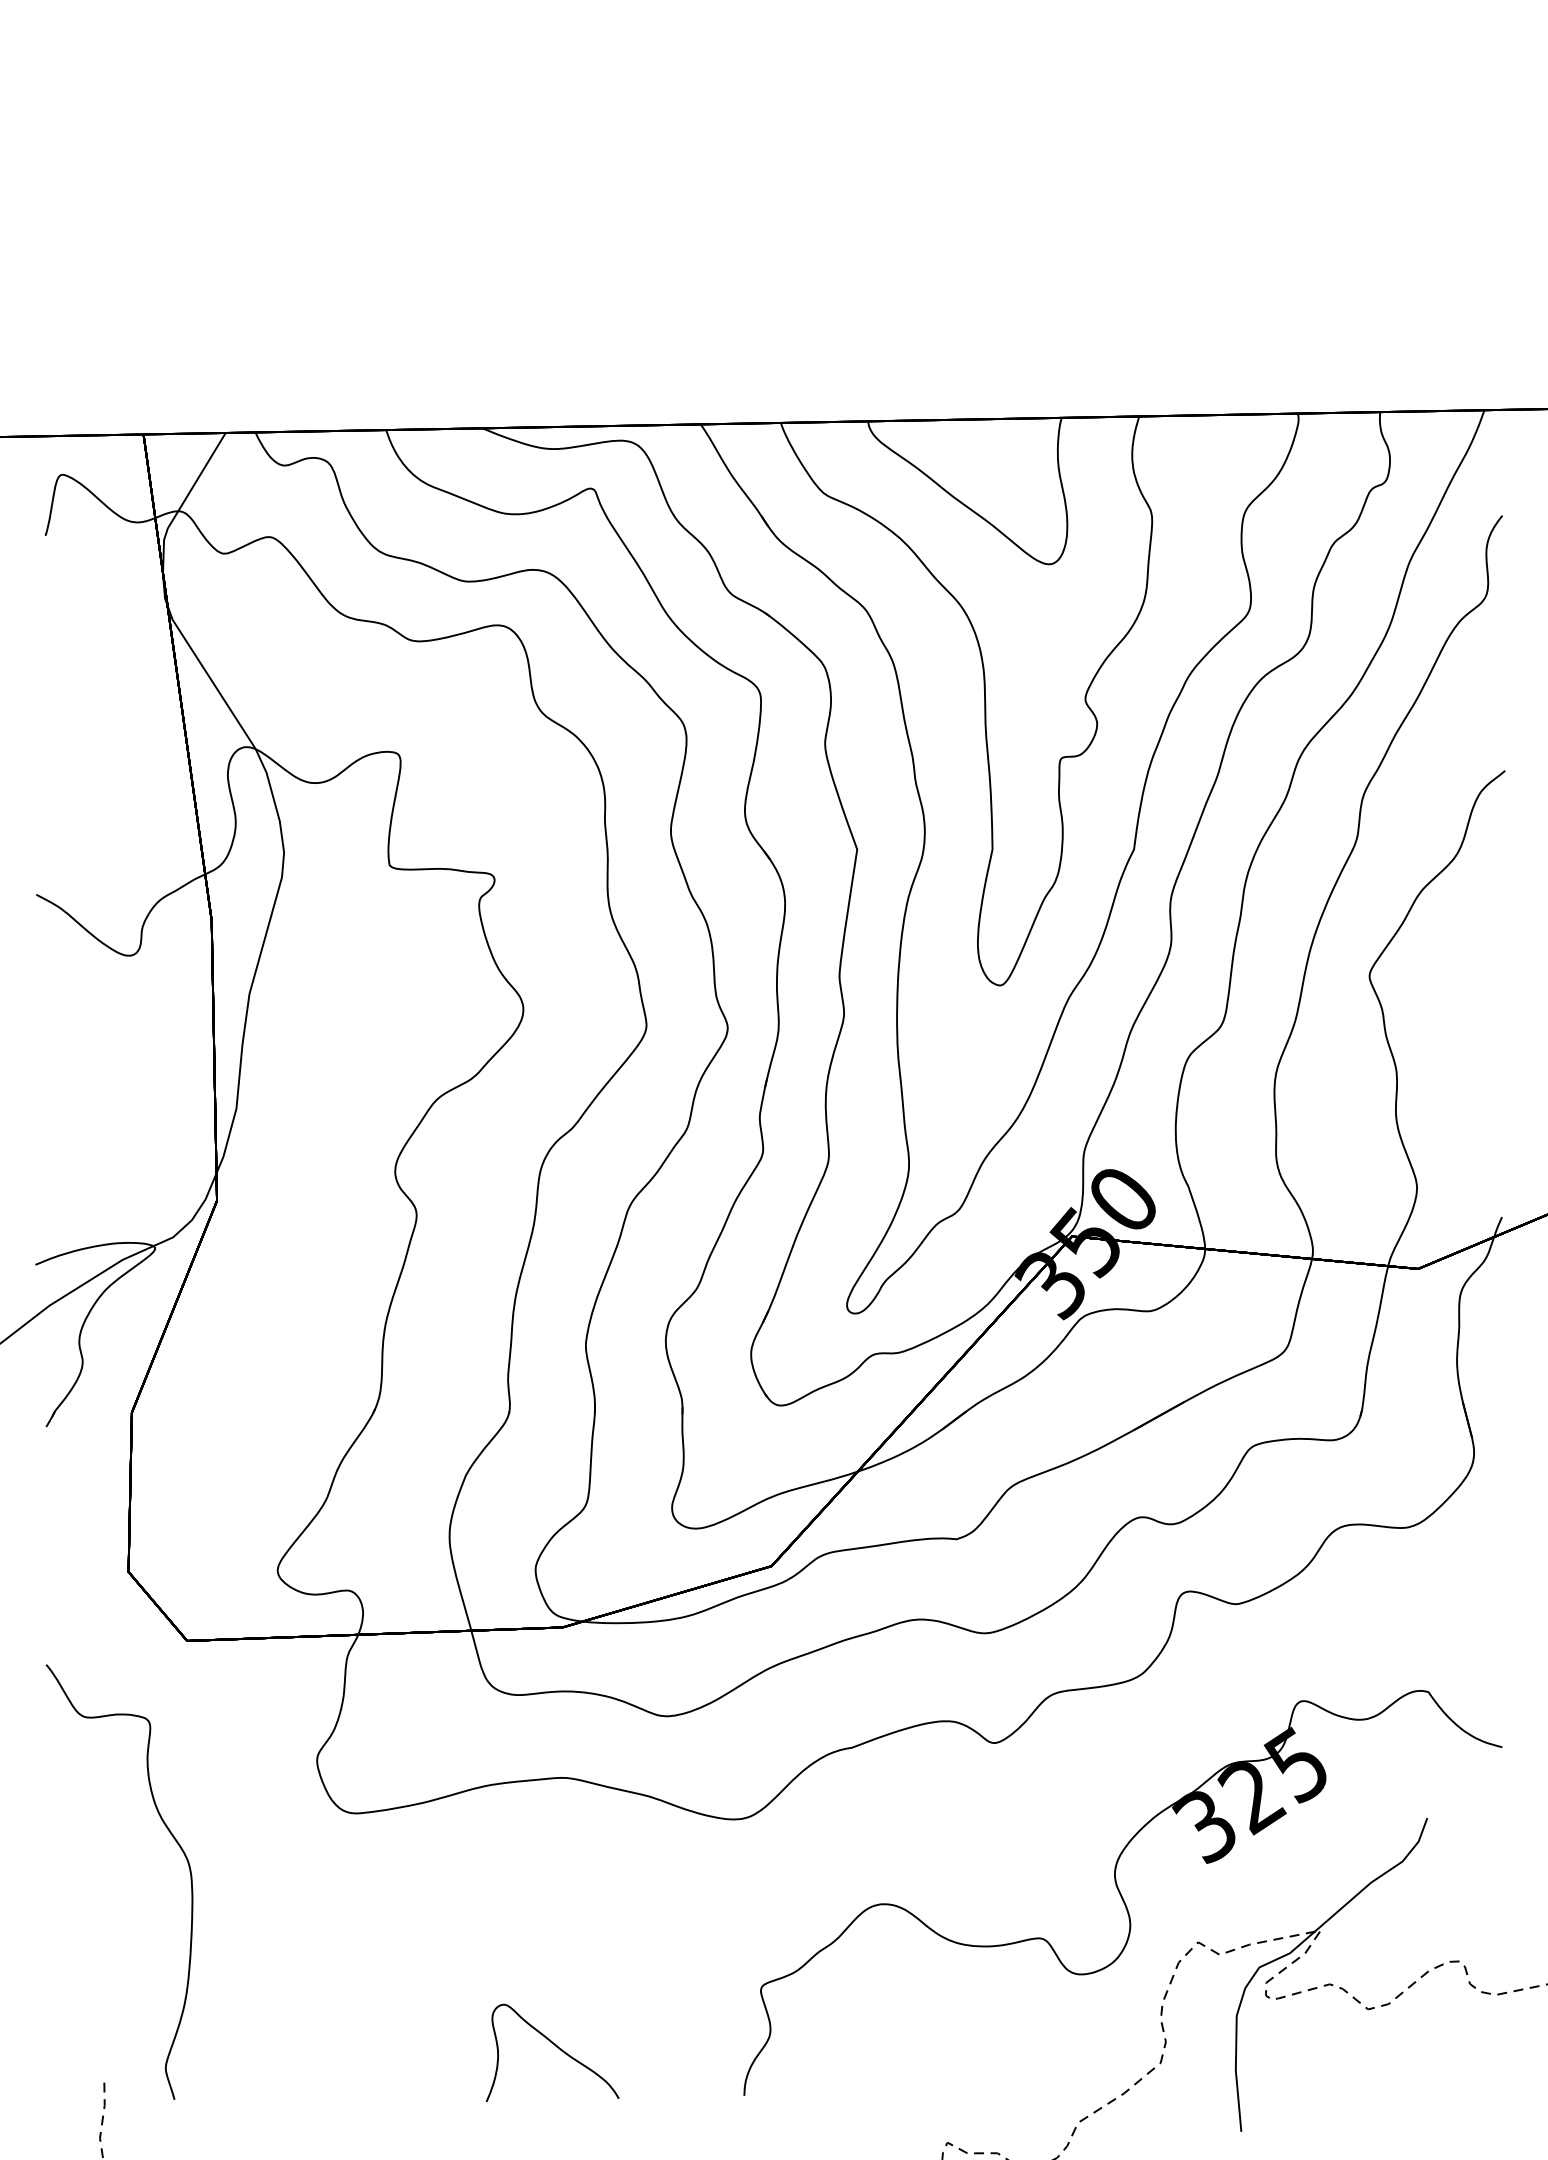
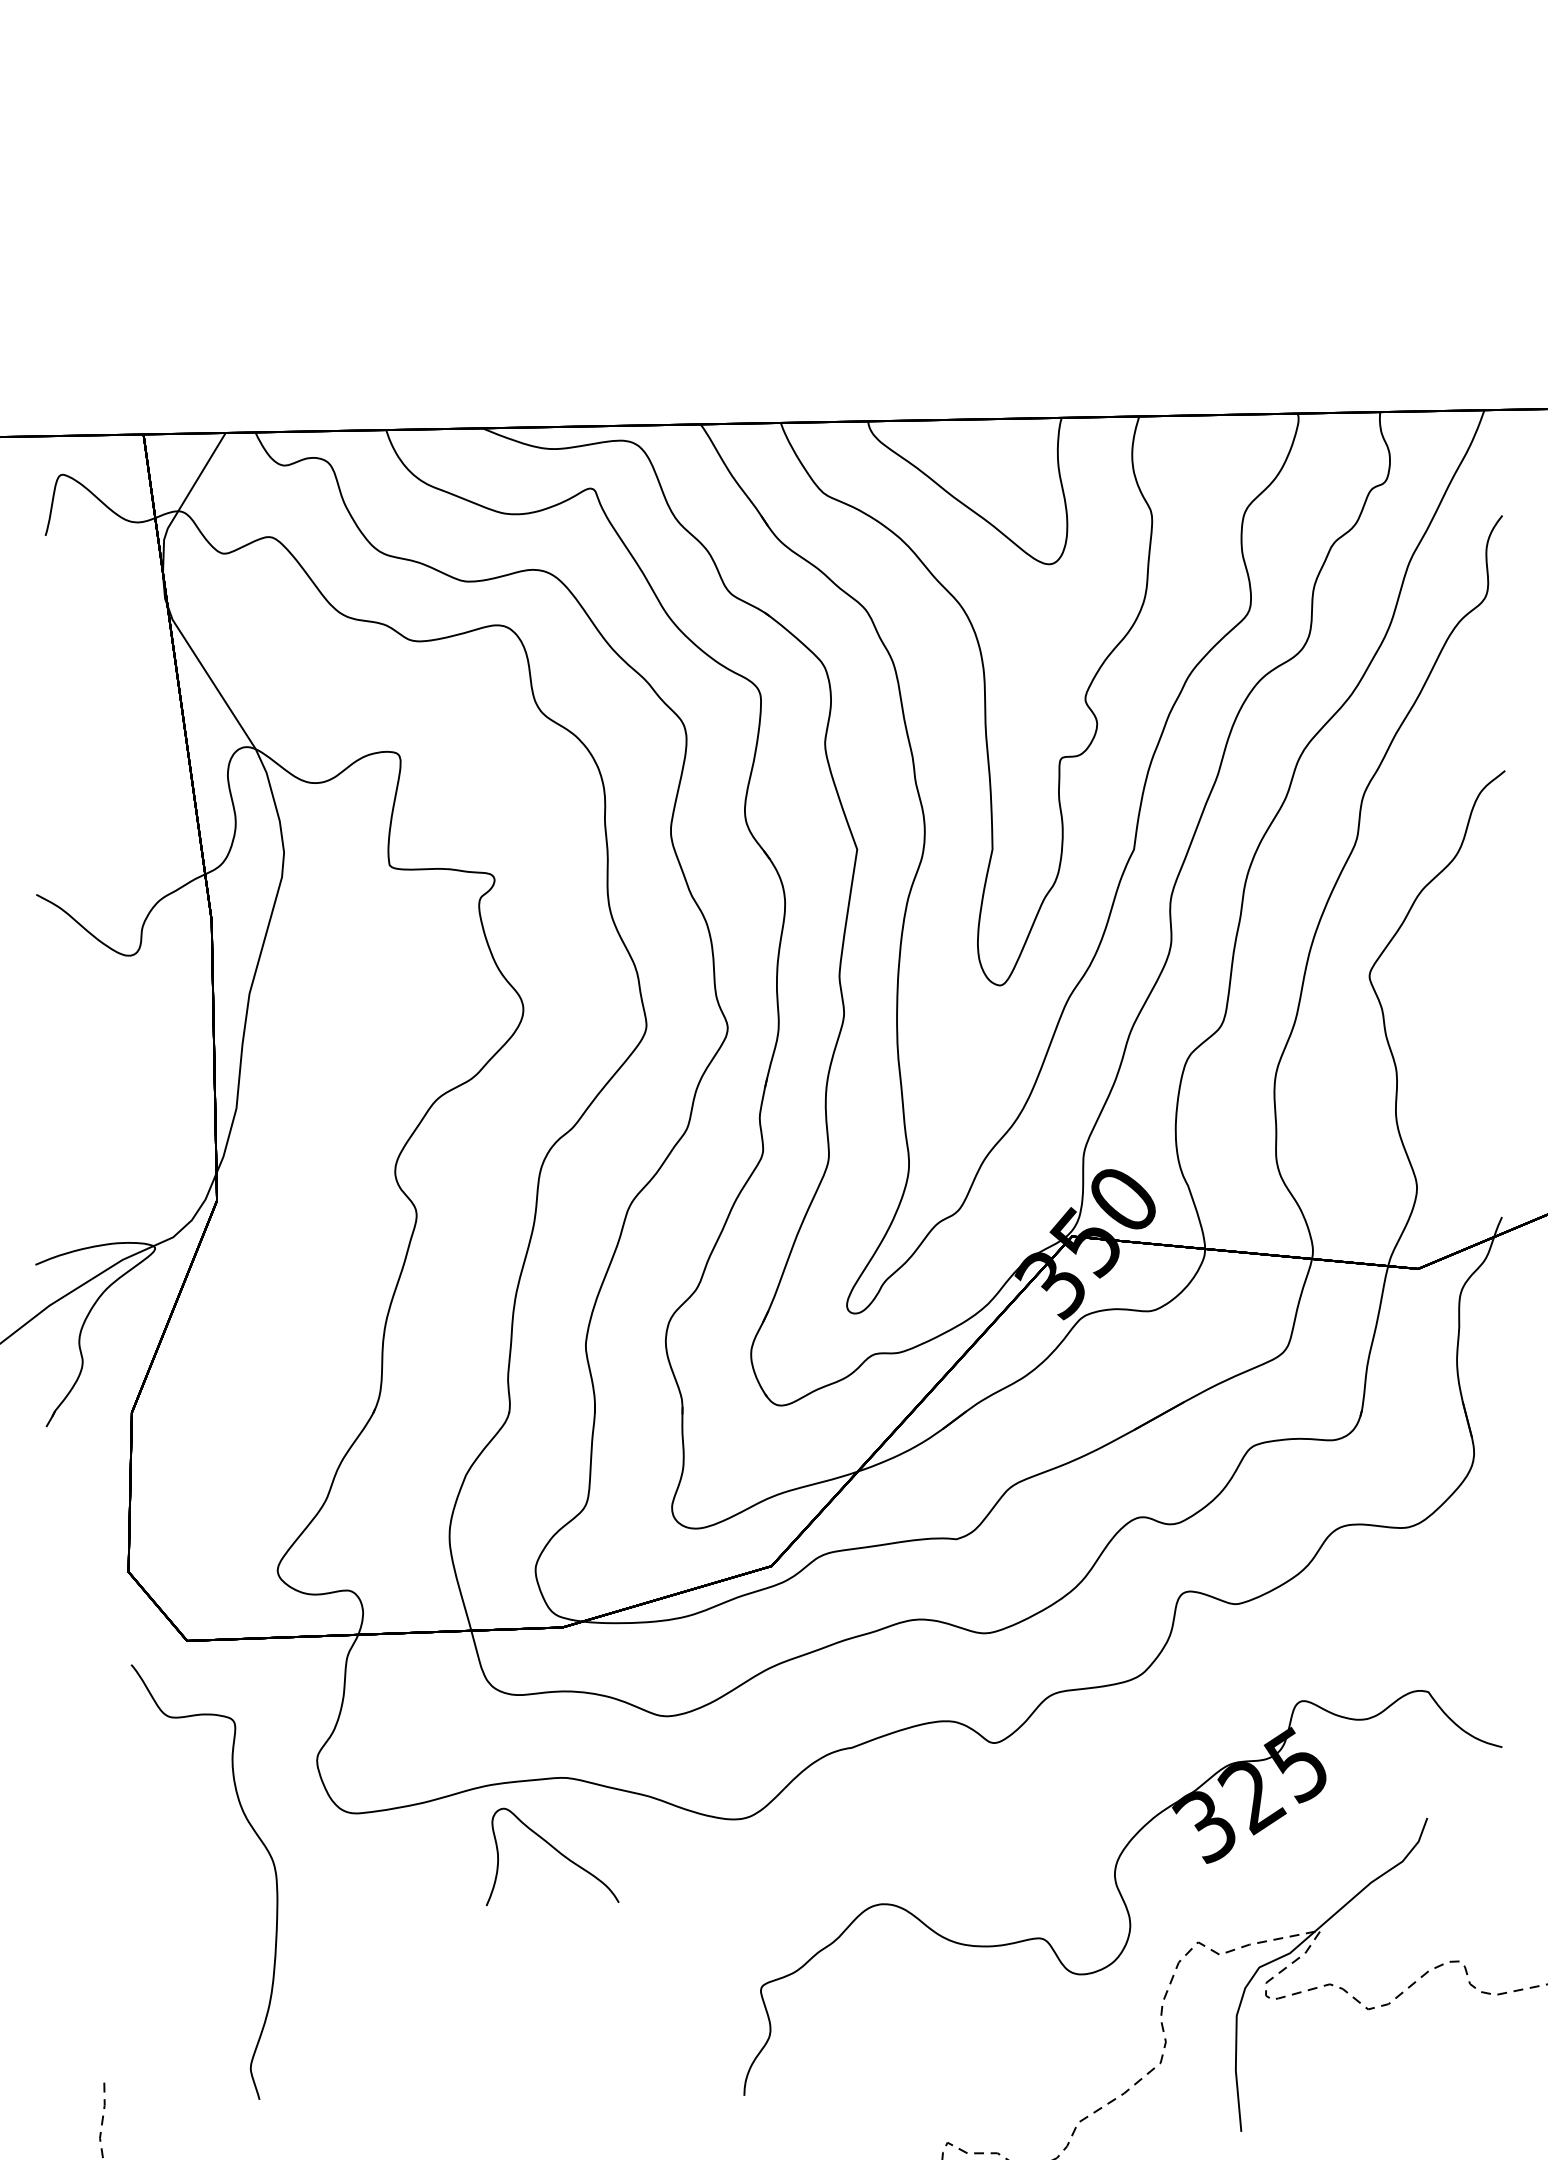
curve at (177, 1844) position: (177, 1844) -> (262, 1844)
curve at (556, 2047) position: (556, 2047) -> (556, 1851)
